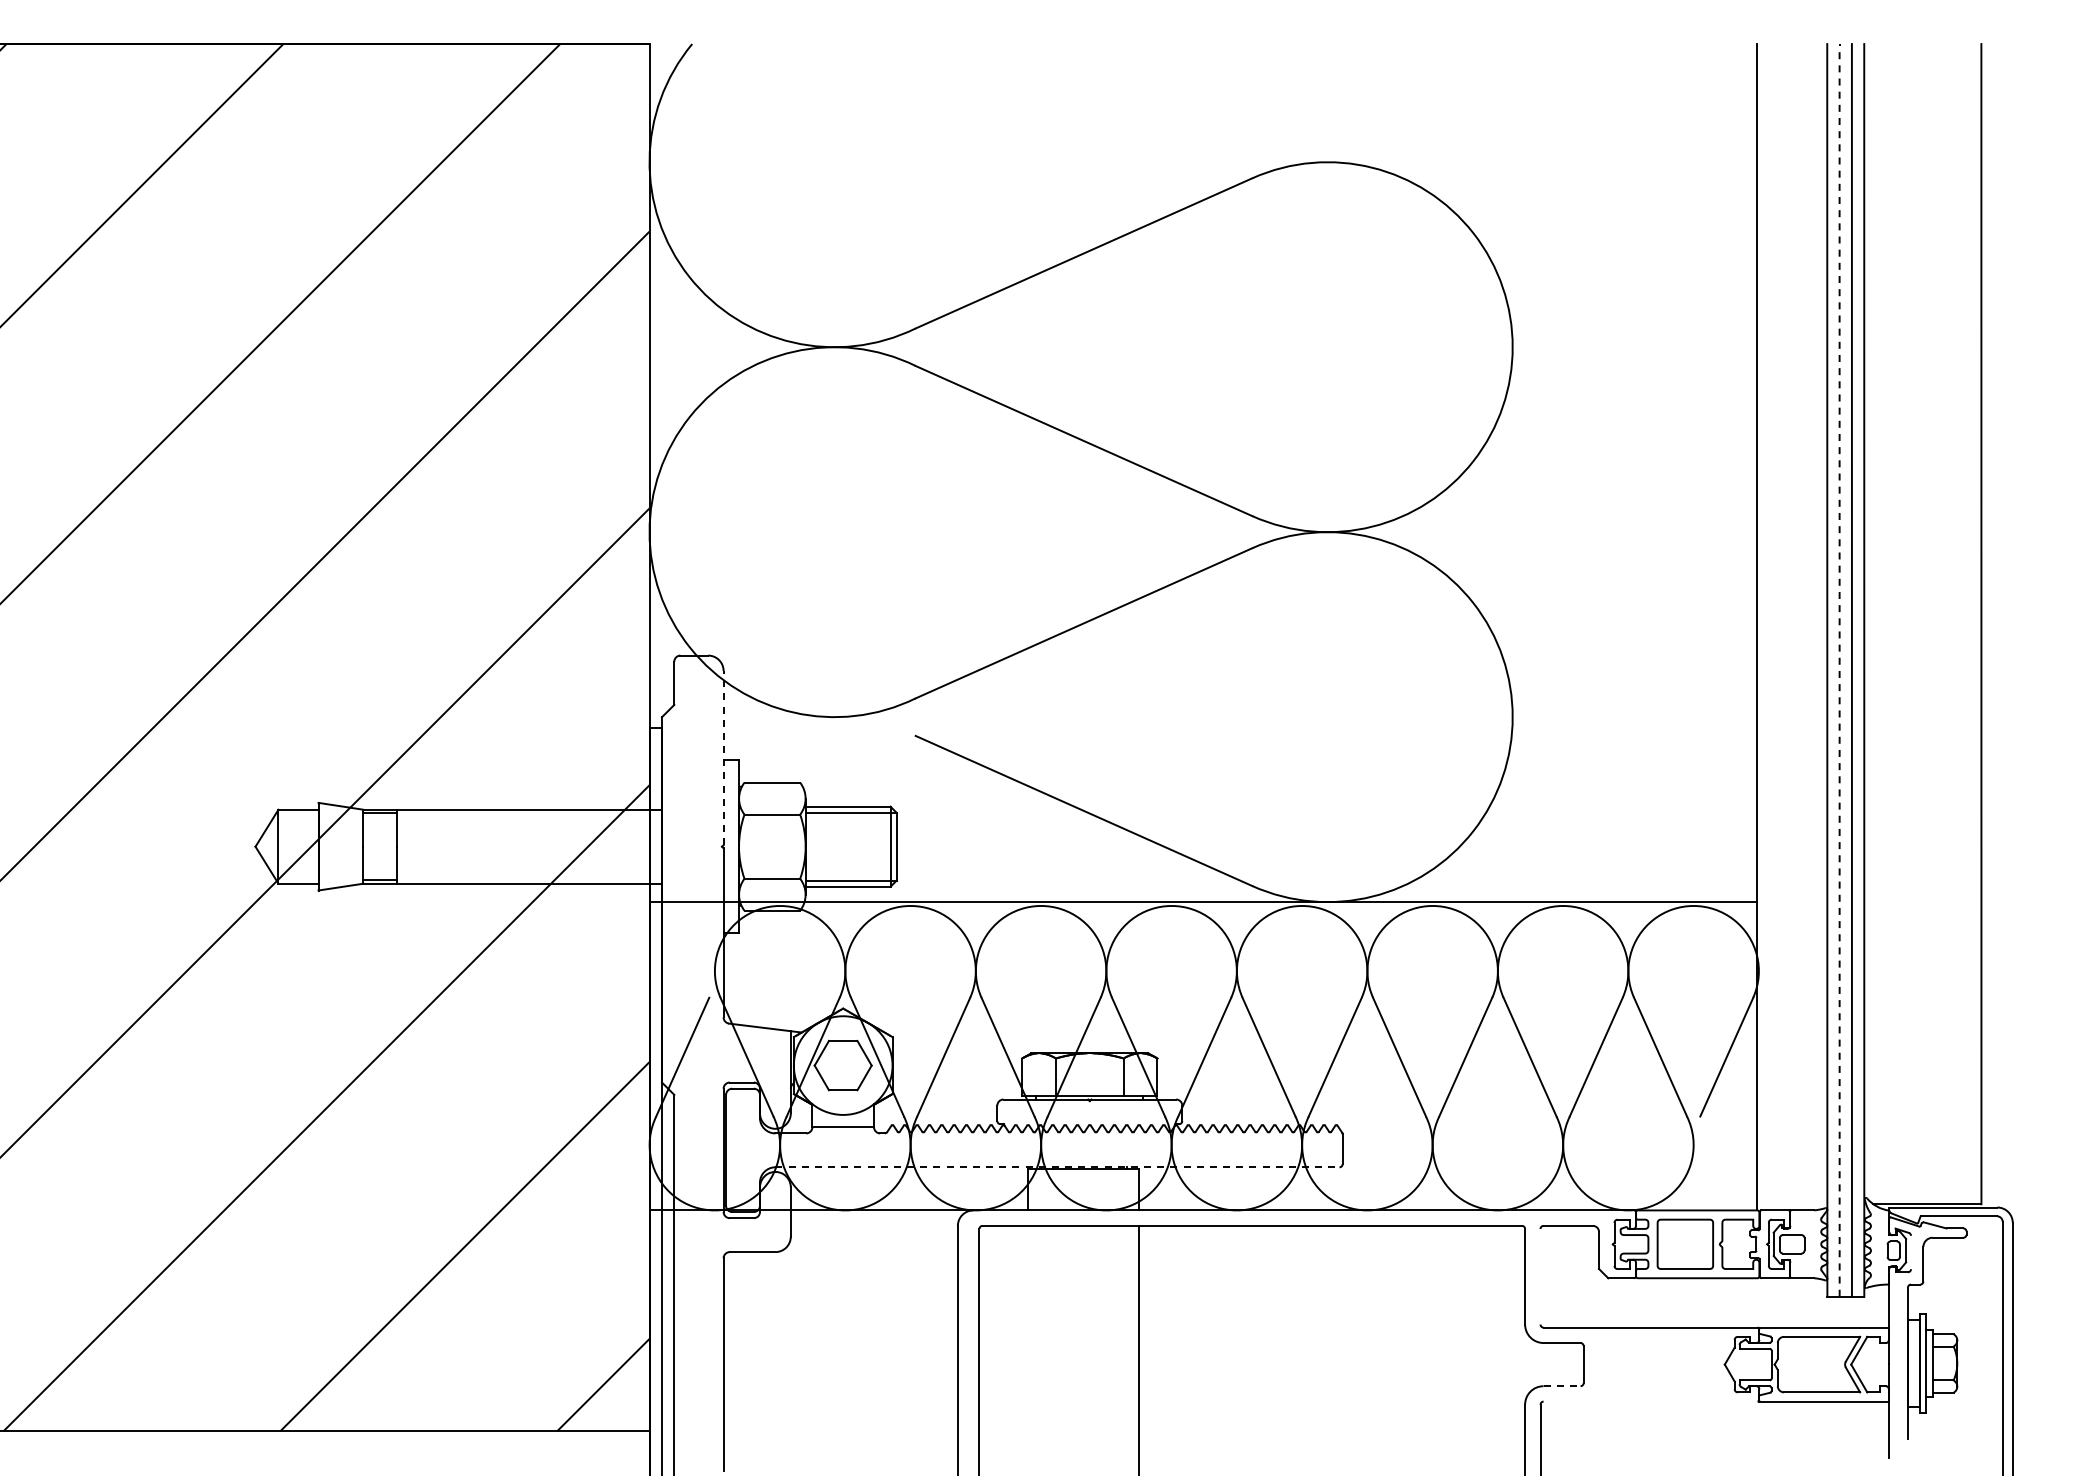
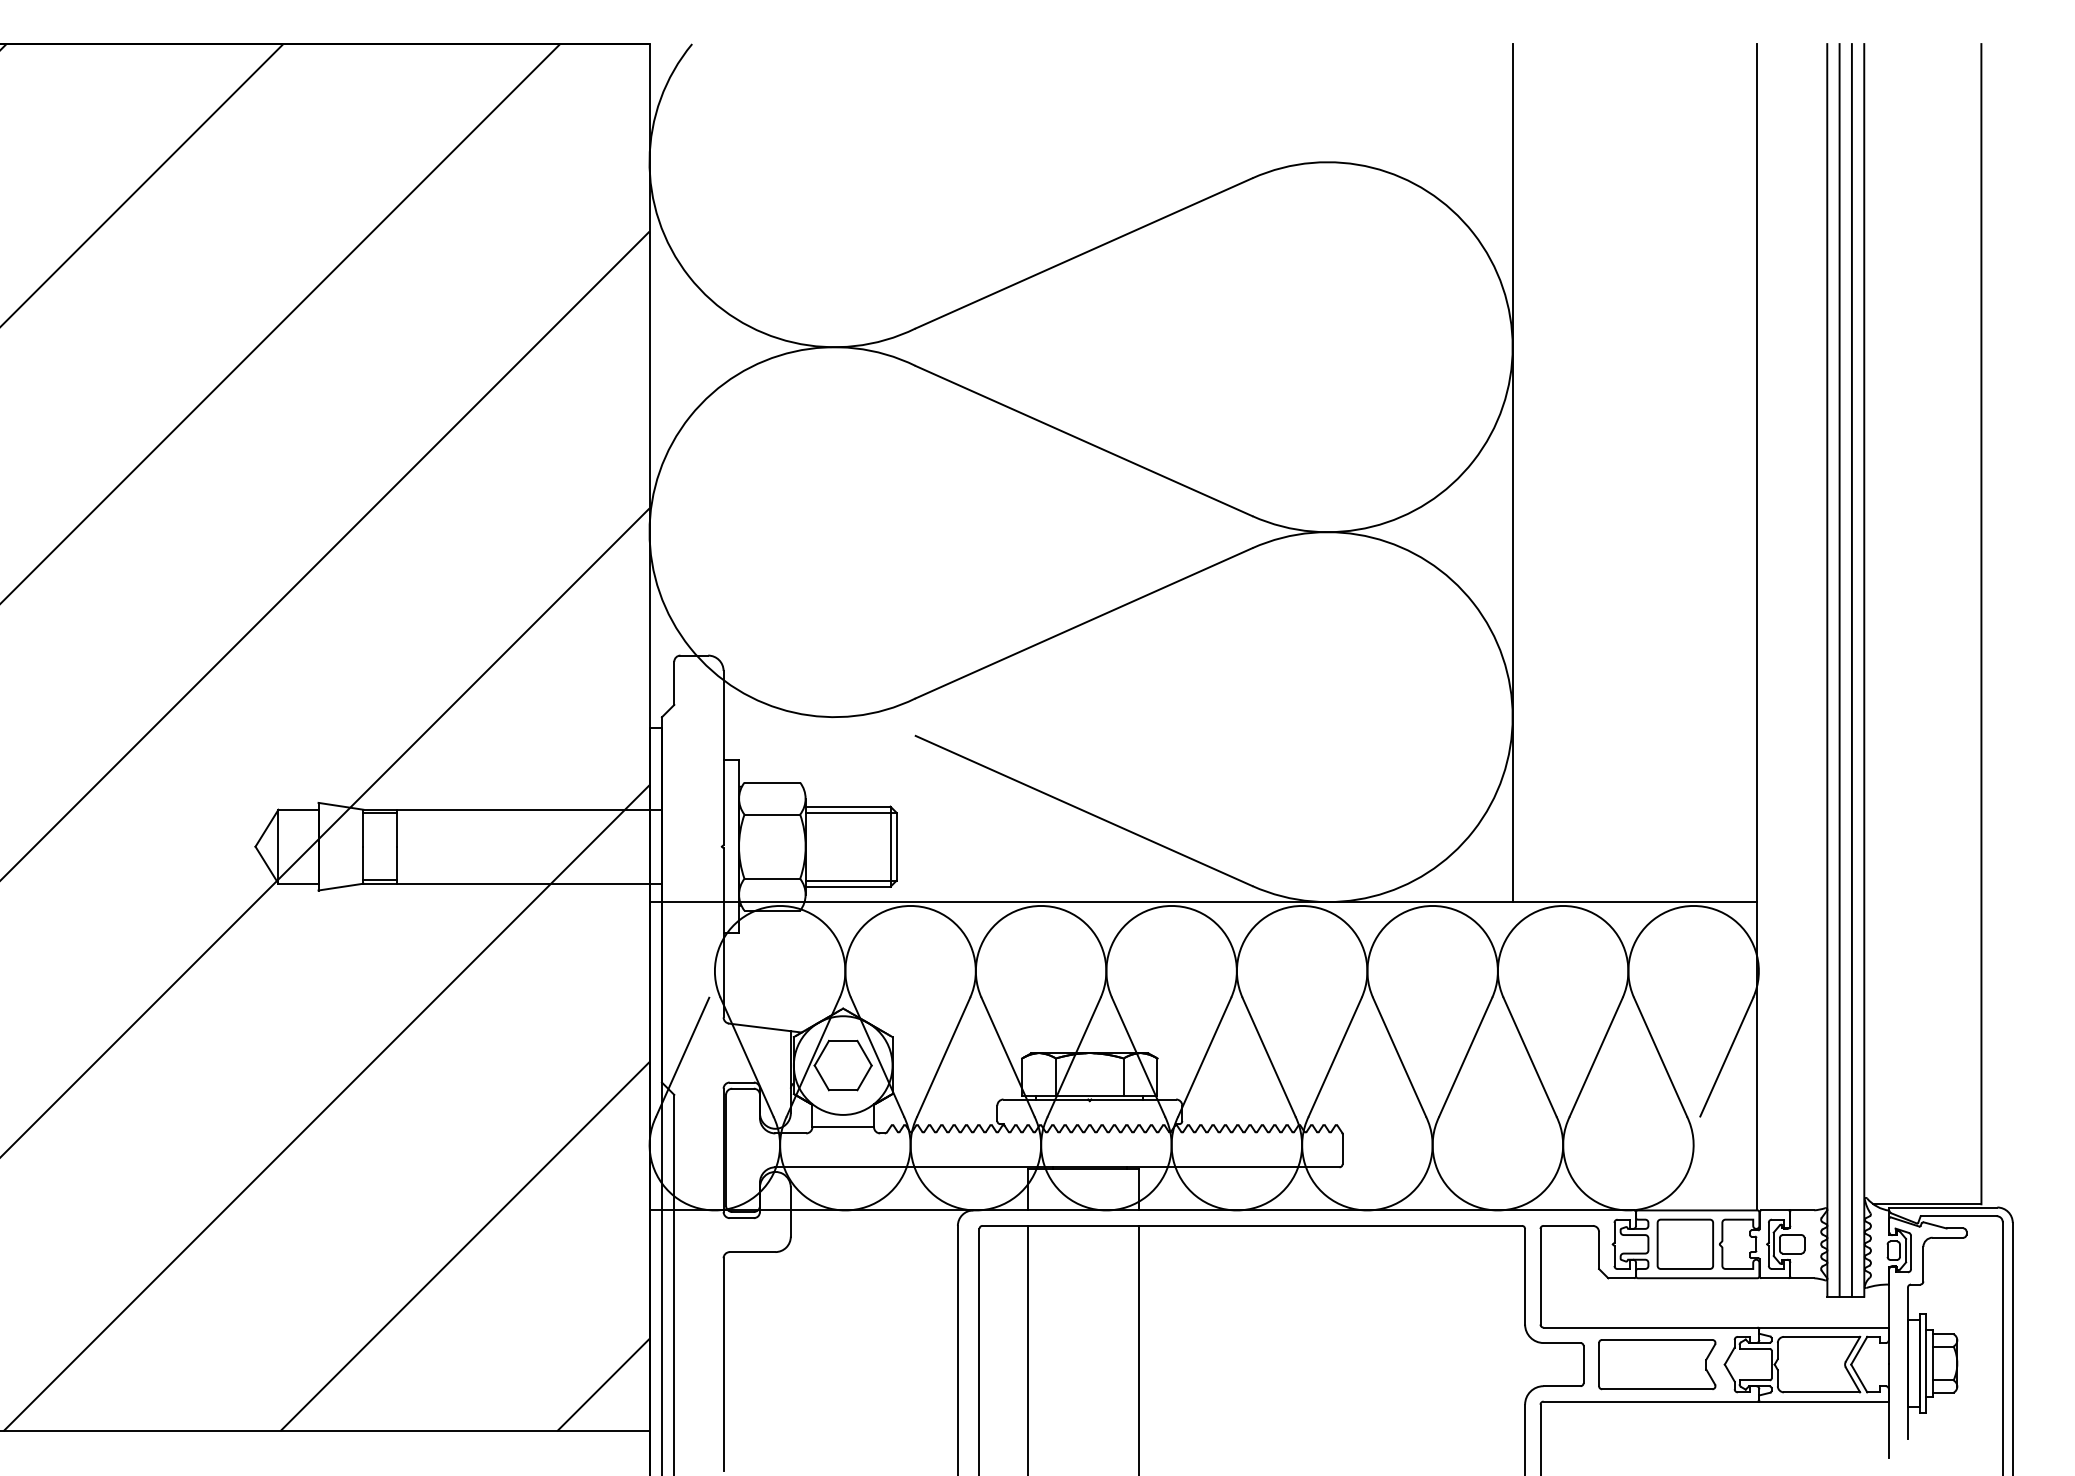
line at (1512, 473): none -> present
line at (1839, 669): dashed -> solid
line at (723, 757): dashed -> solid
line at (1057, 1167): dashed -> solid
line at (1911, 1252): none -> present
line at (1540, 1276): none -> present
line at (1028, 1348): none -> present
part at (1657, 1364): none -> present
line at (1562, 1386): dashed -> solid
line at (1650, 1401): none -> present
